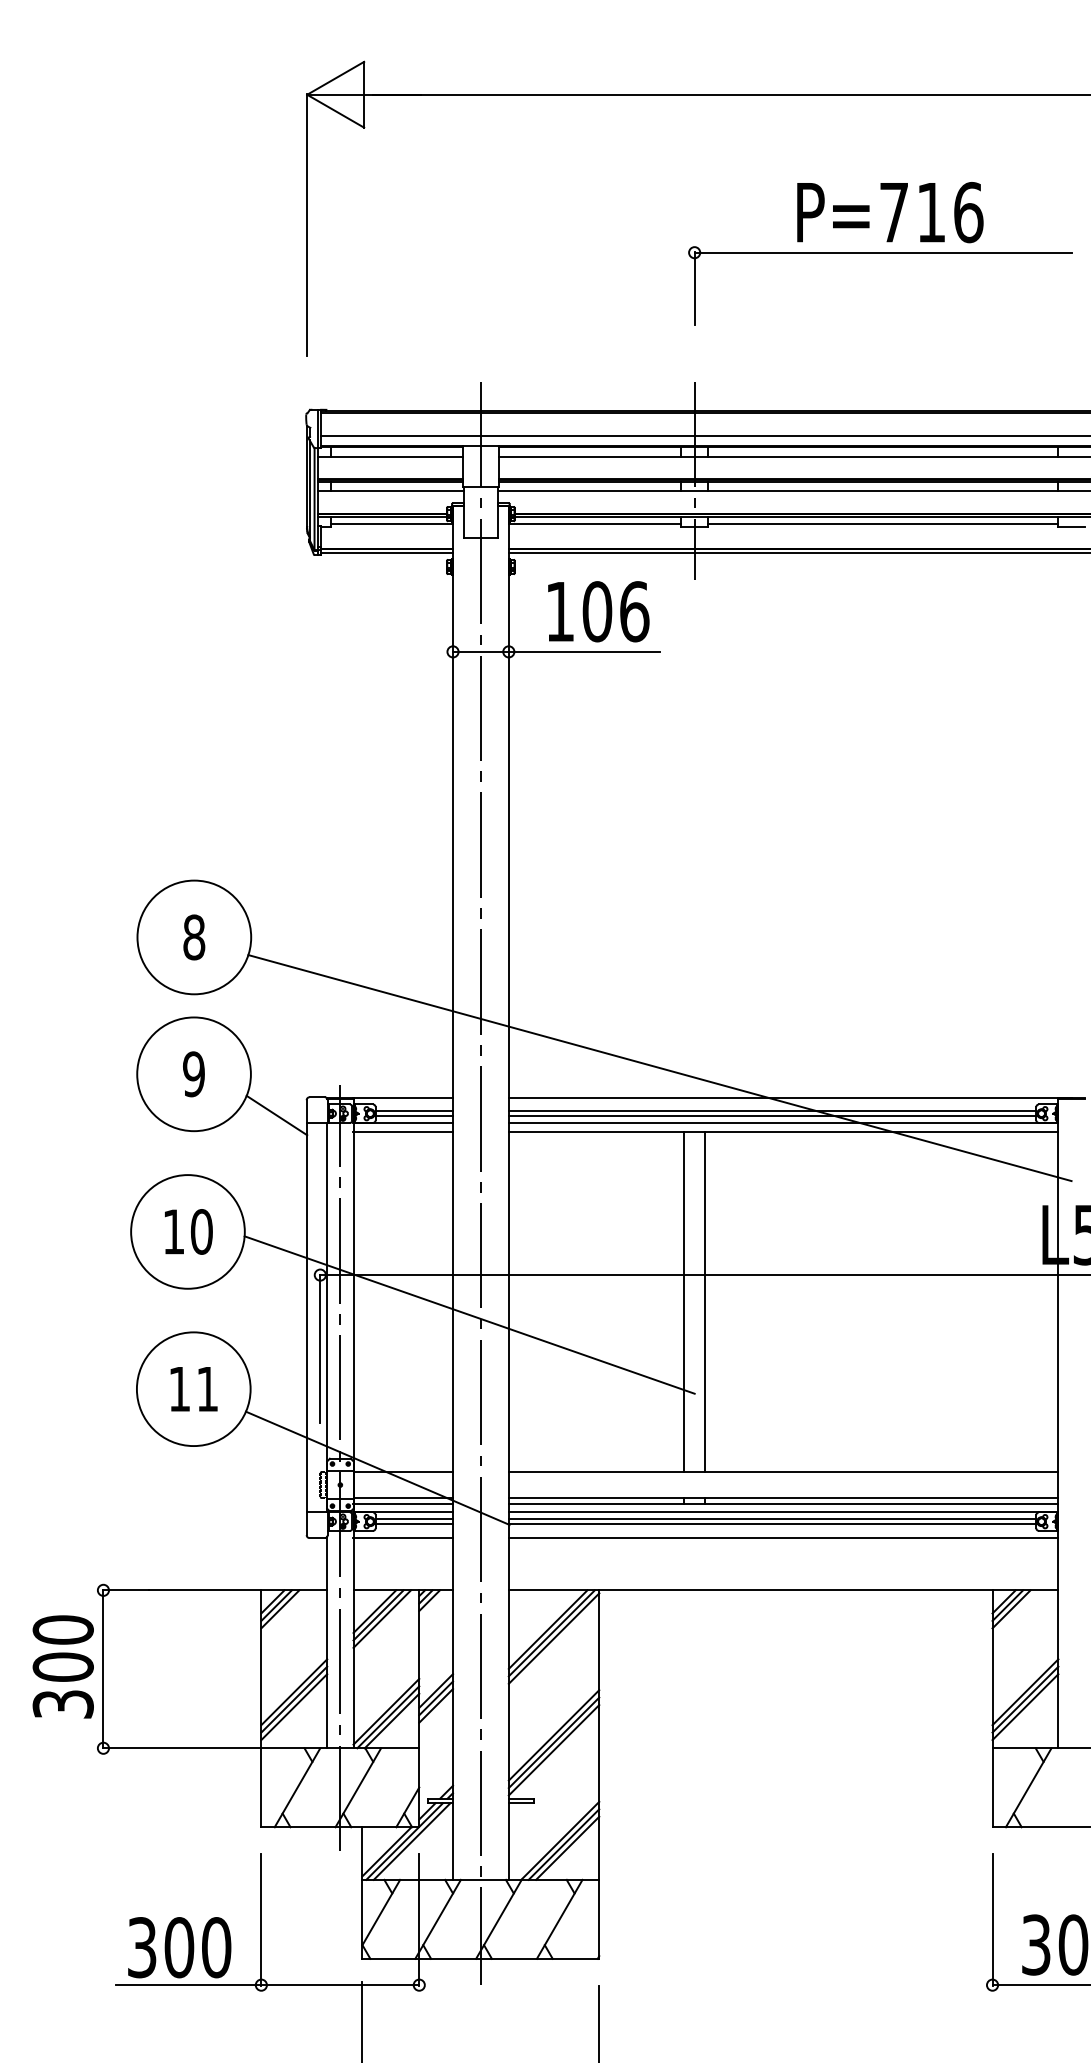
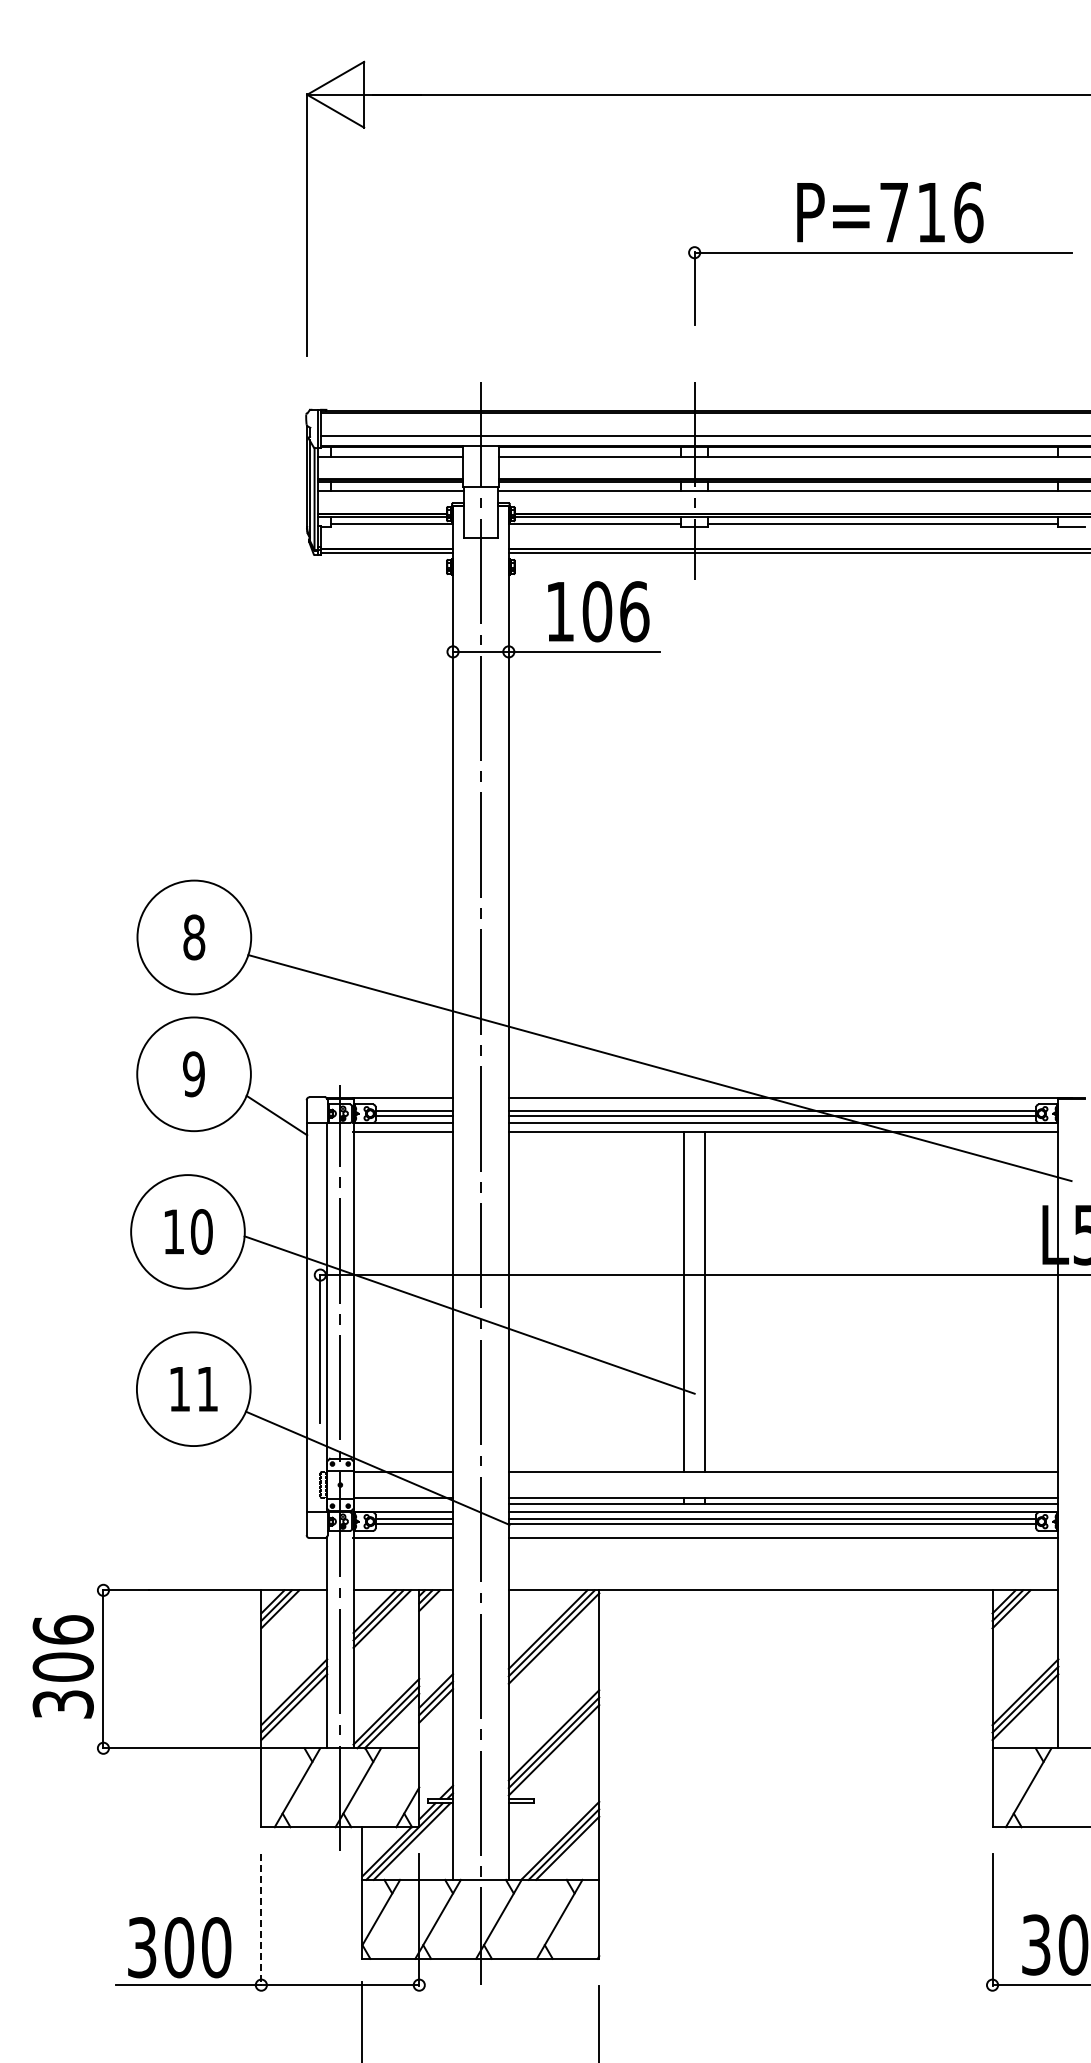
line at (403, 1503): present -> none
text at (62, 1629): 300 -> 306
line at (261, 1920): solid -> dashed
